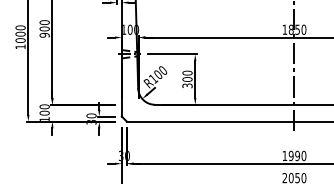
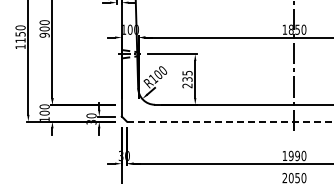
text at (20, 36): 1000 -> 1150
text at (187, 79): 300 -> 235
line at (230, 121): solid -> dashed
